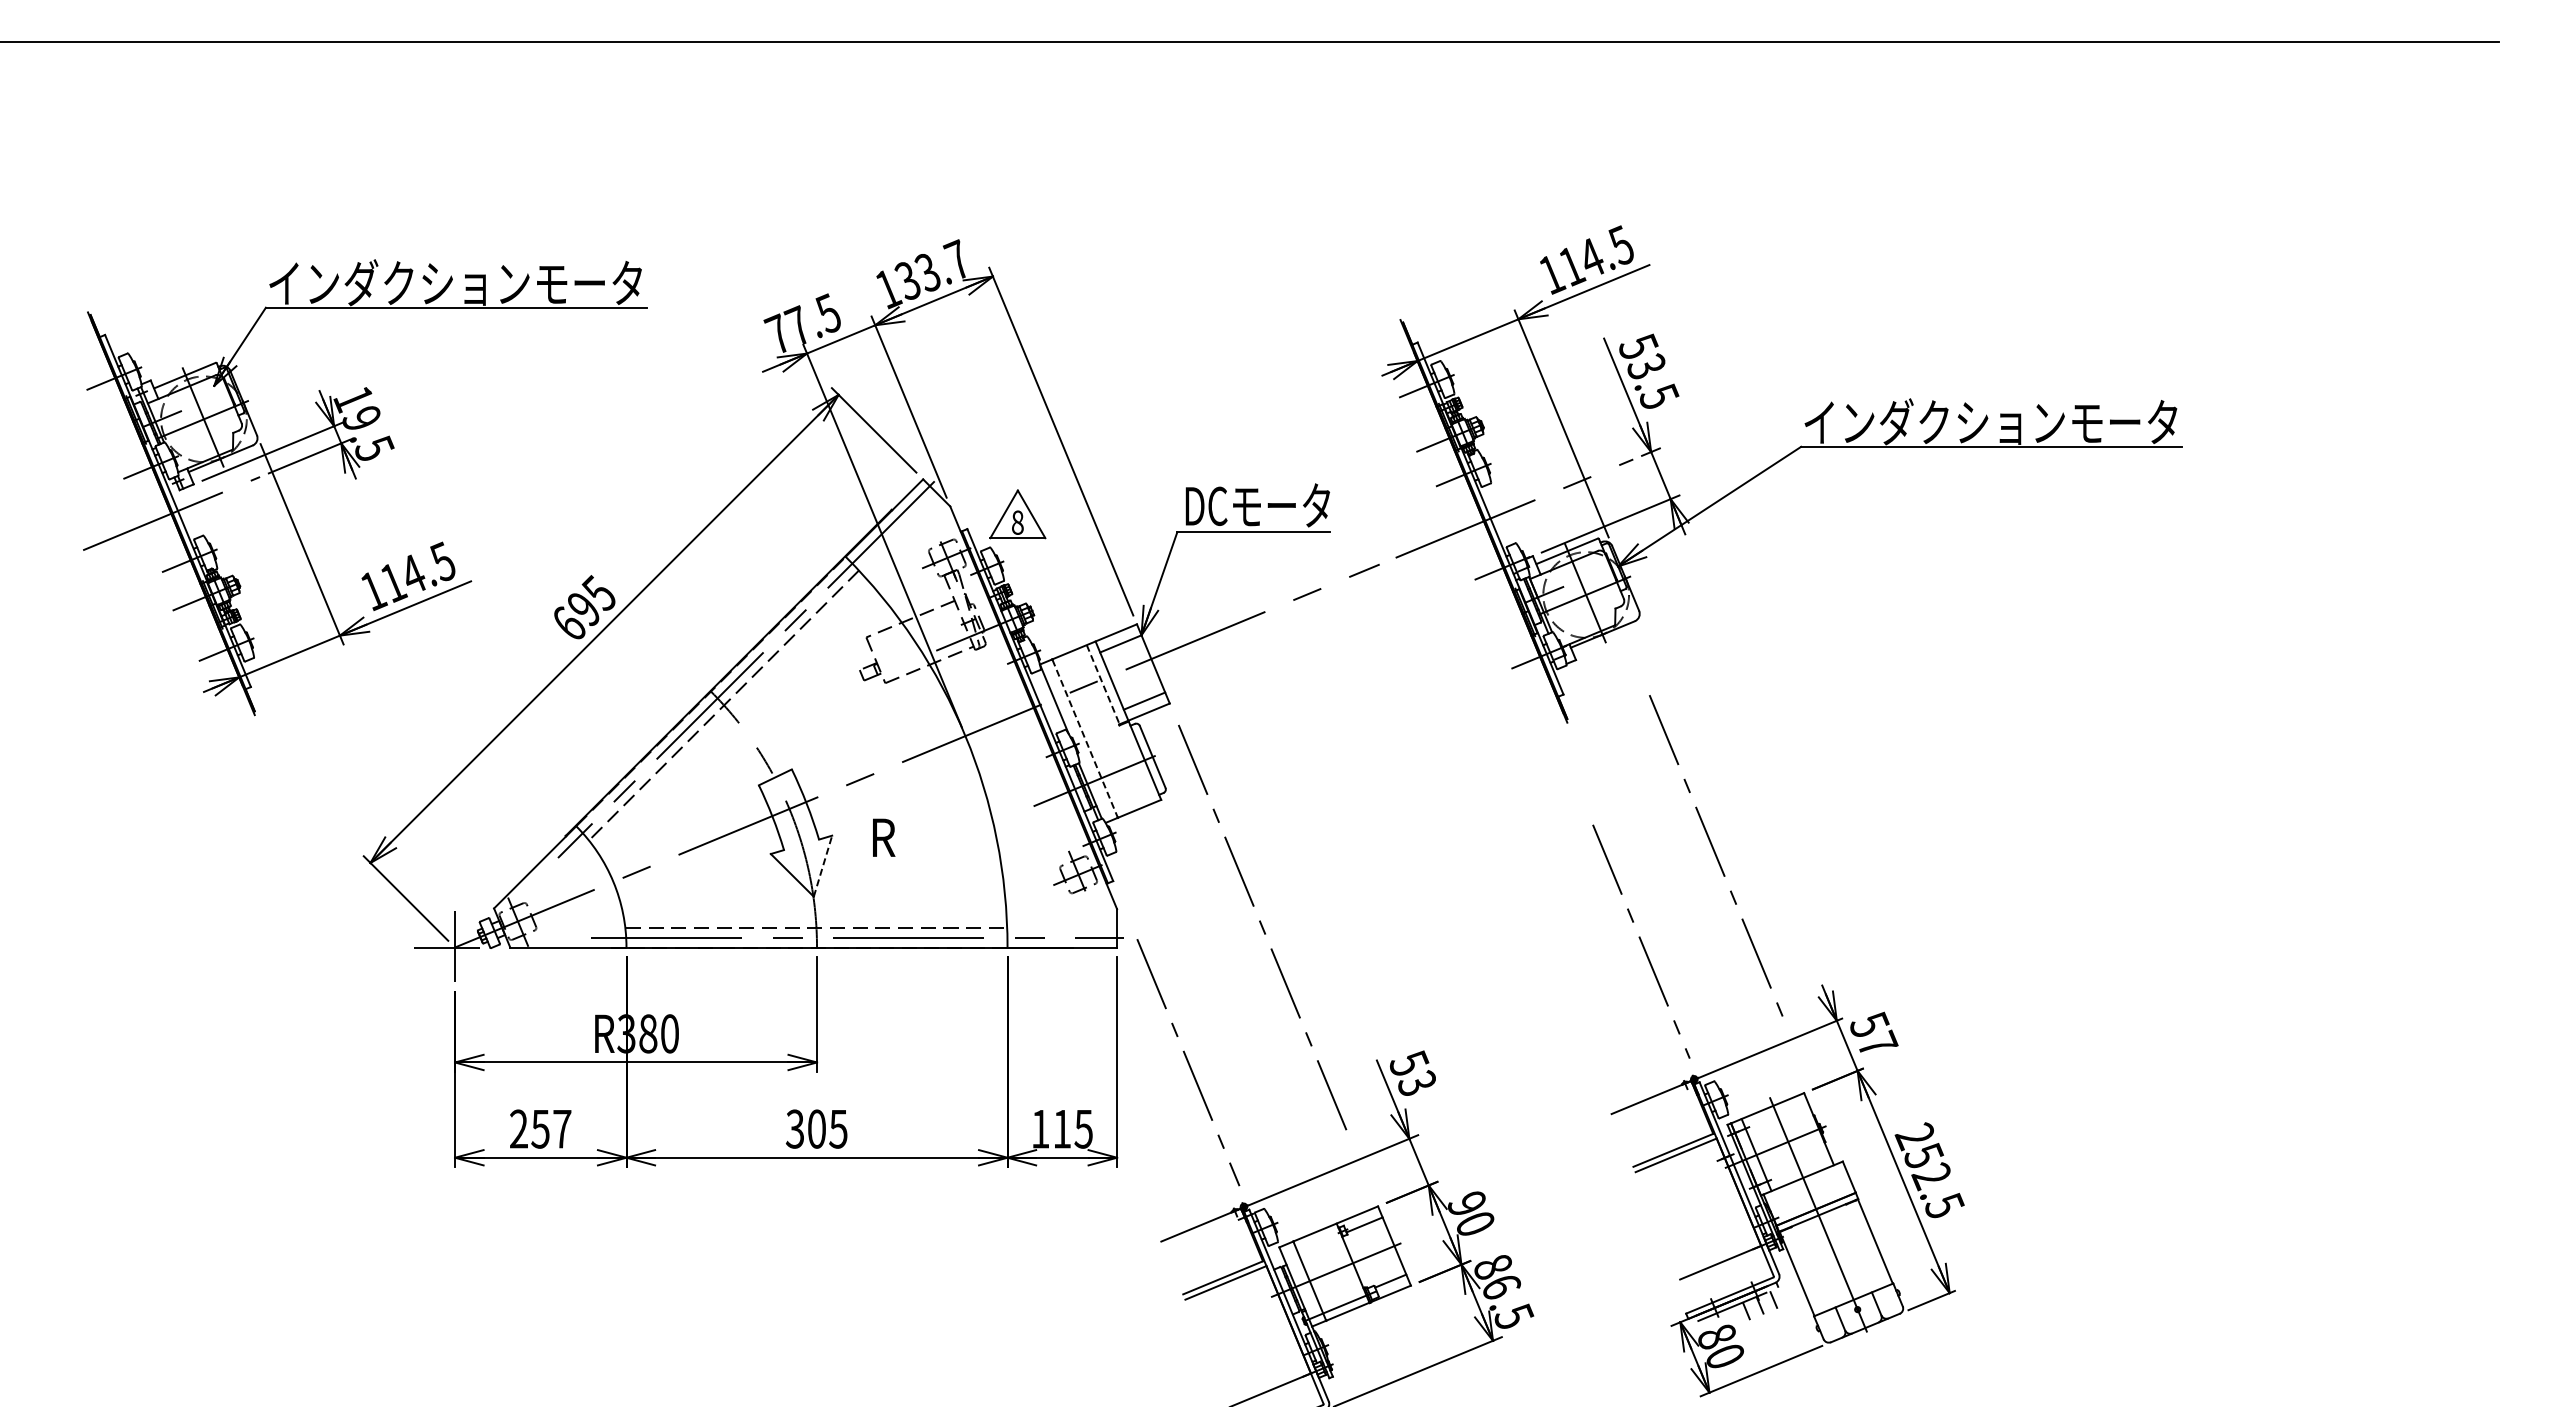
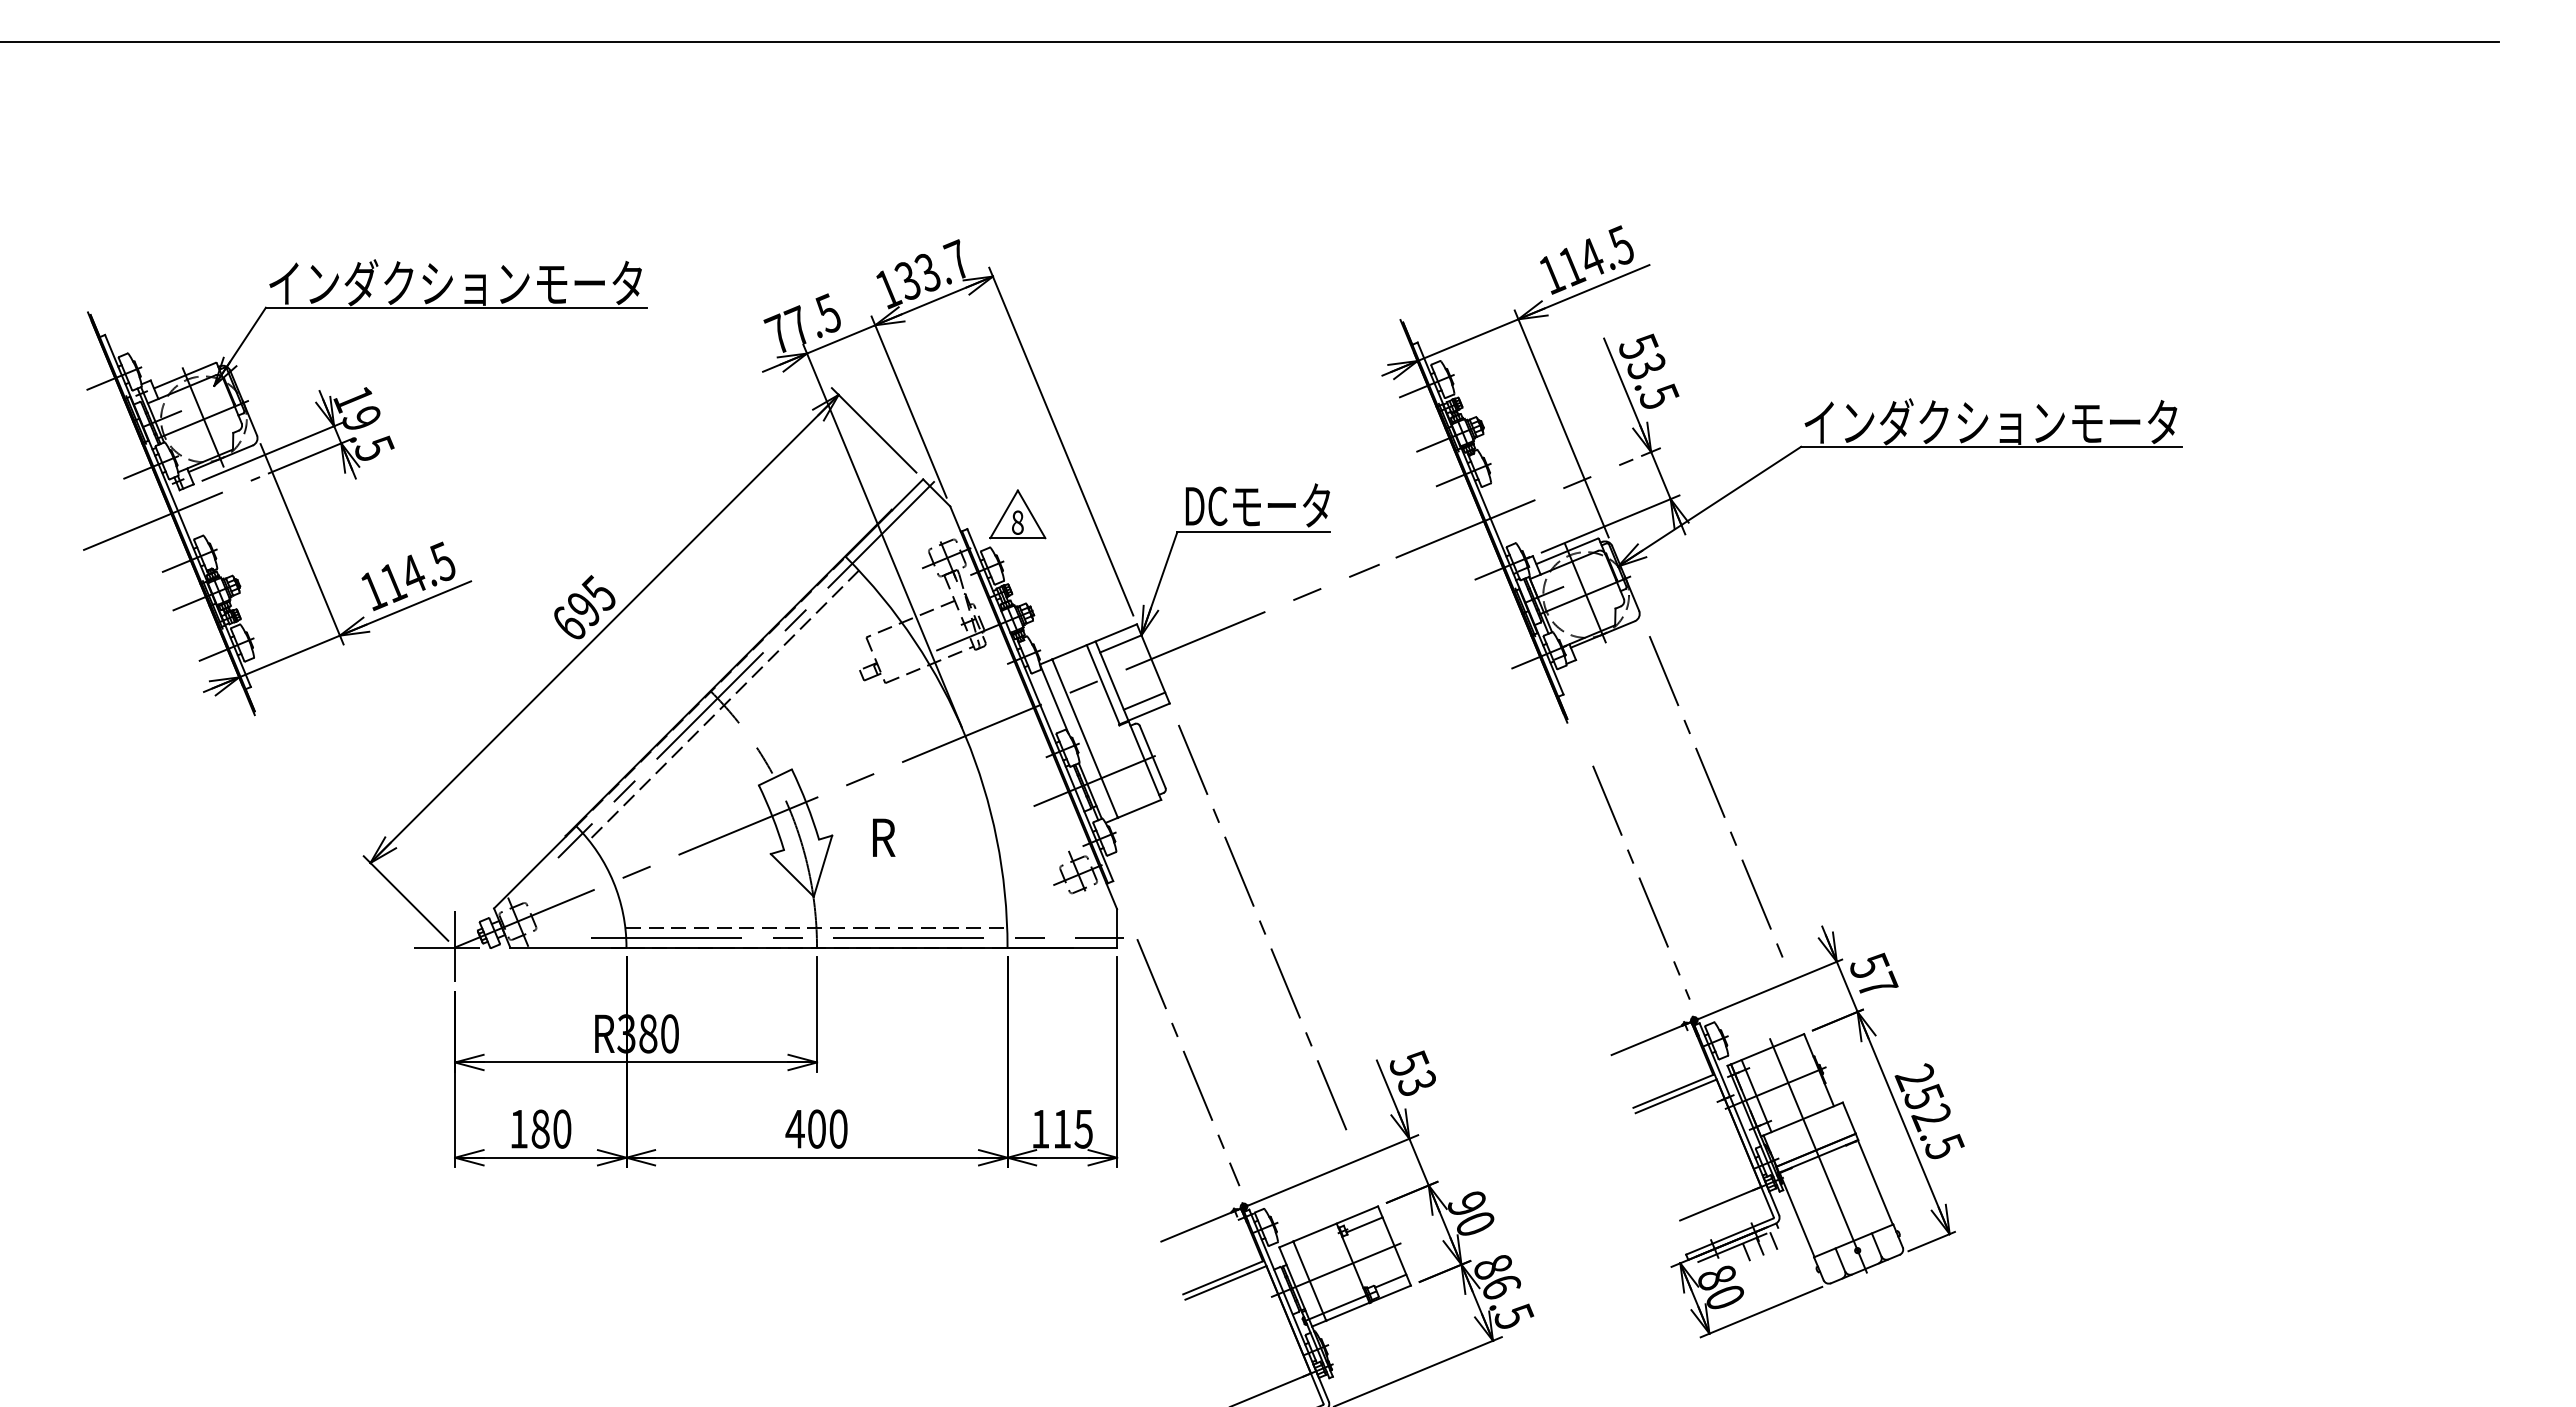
line at (1103, 684): dashed -> solid
line at (1085, 739): dashed -> solid
line at (823, 866): dashed -> solid
part at (1778, 1046) position: (1778, 1046) -> (1778, 987)
text at (540, 1128): 257 -> 180
text at (816, 1128): 305 -> 400
